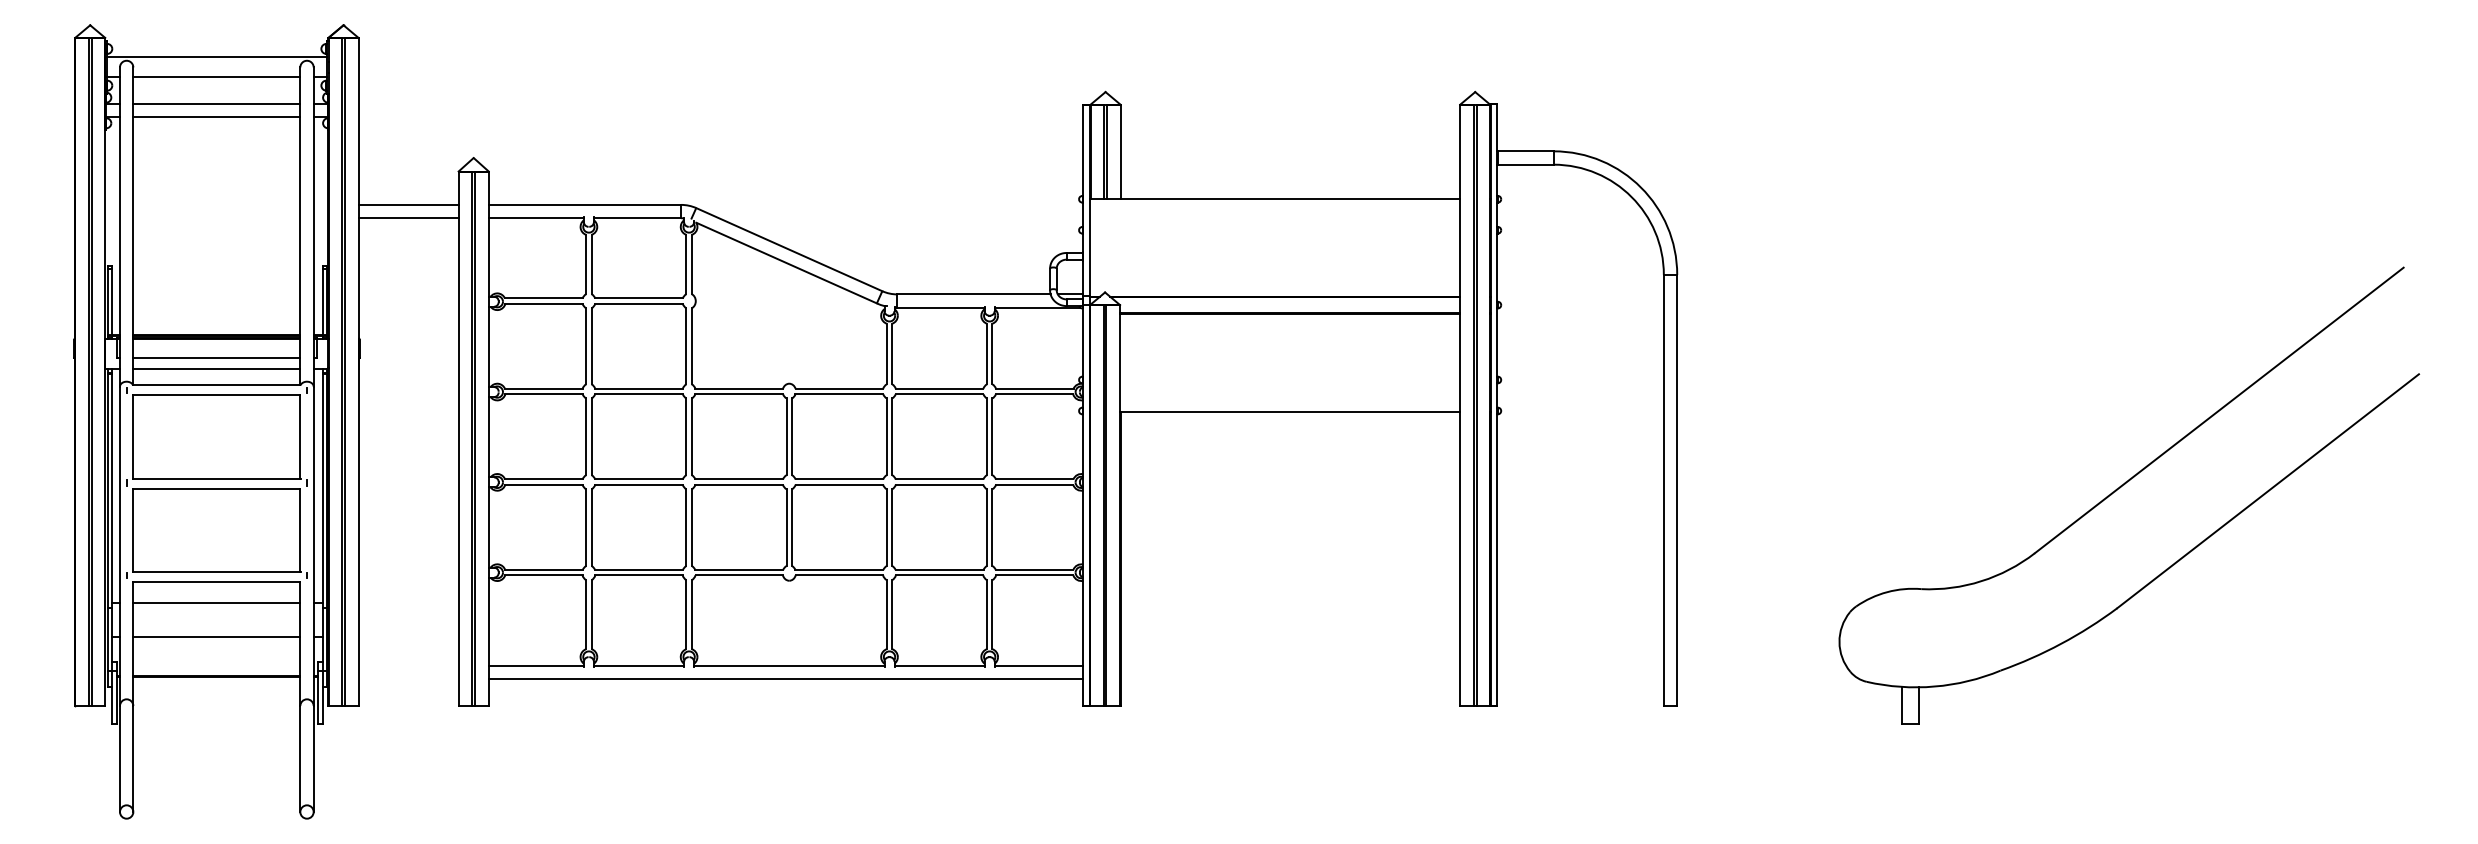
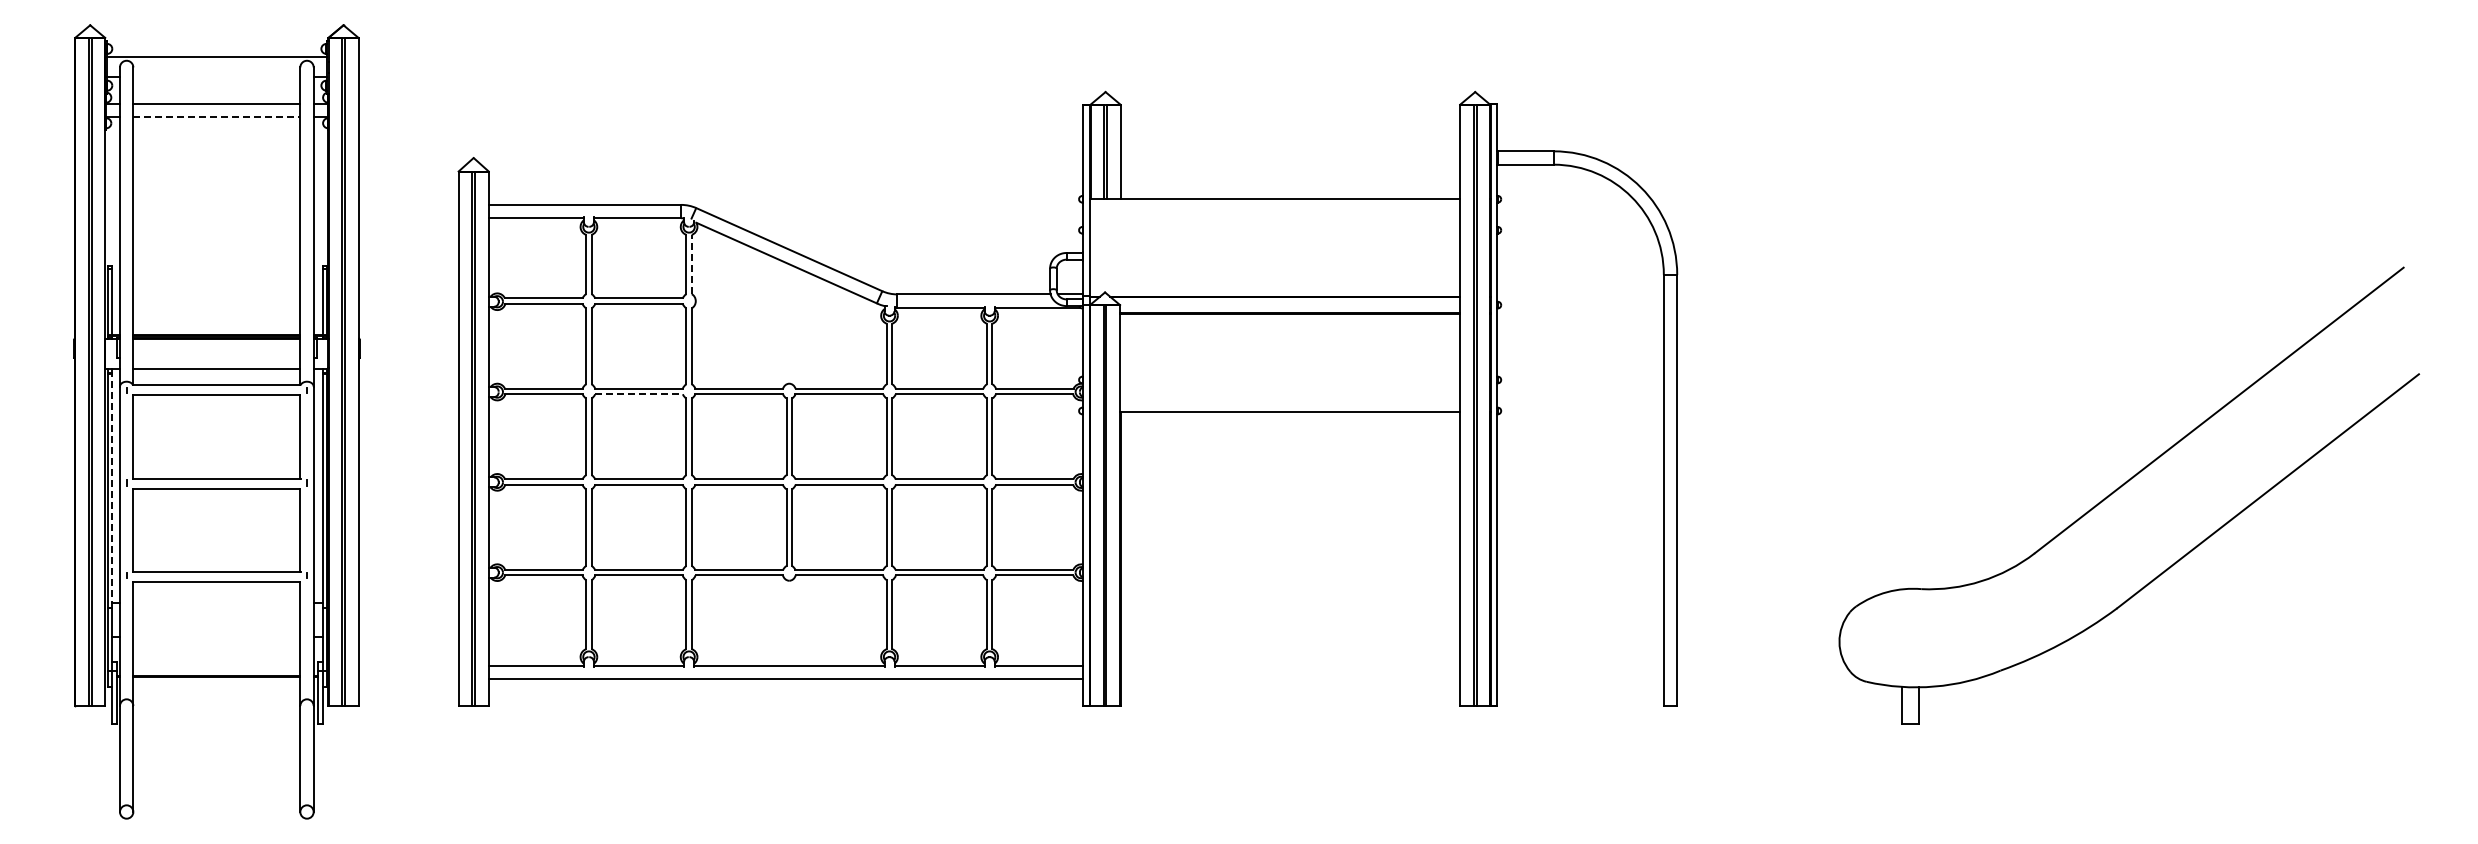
line at (216, 77): present -> none
line at (217, 117): solid -> dashed
line at (408, 204): present -> none
line at (408, 218): present -> none
line at (691, 264): solid -> dashed
line at (216, 357): present -> none
line at (639, 394): solid -> dashed
line at (112, 490): solid -> dashed
line at (216, 602): present -> none
line at (216, 637): present -> none
